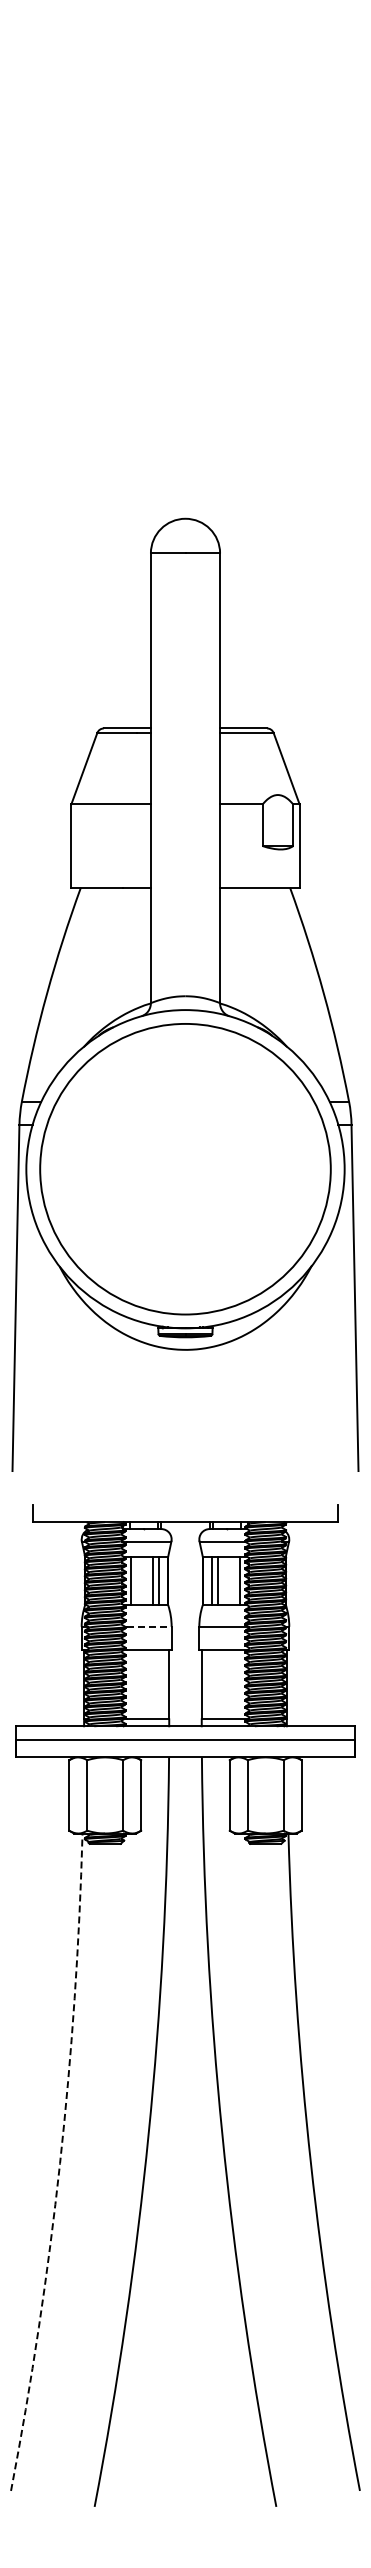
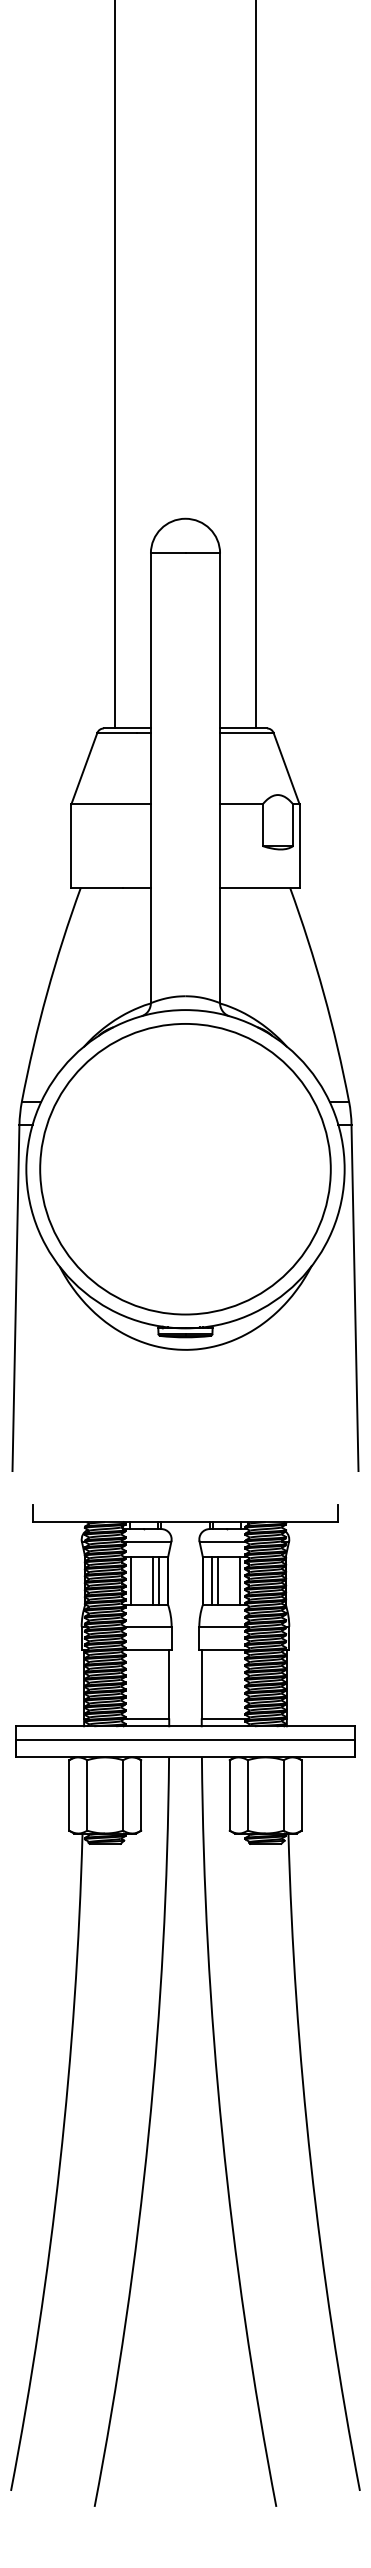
line at (114, 365): none -> present
line at (256, 365): none -> present
line at (149, 1626): dashed -> solid
arc at (60, 2163): dashed -> solid
